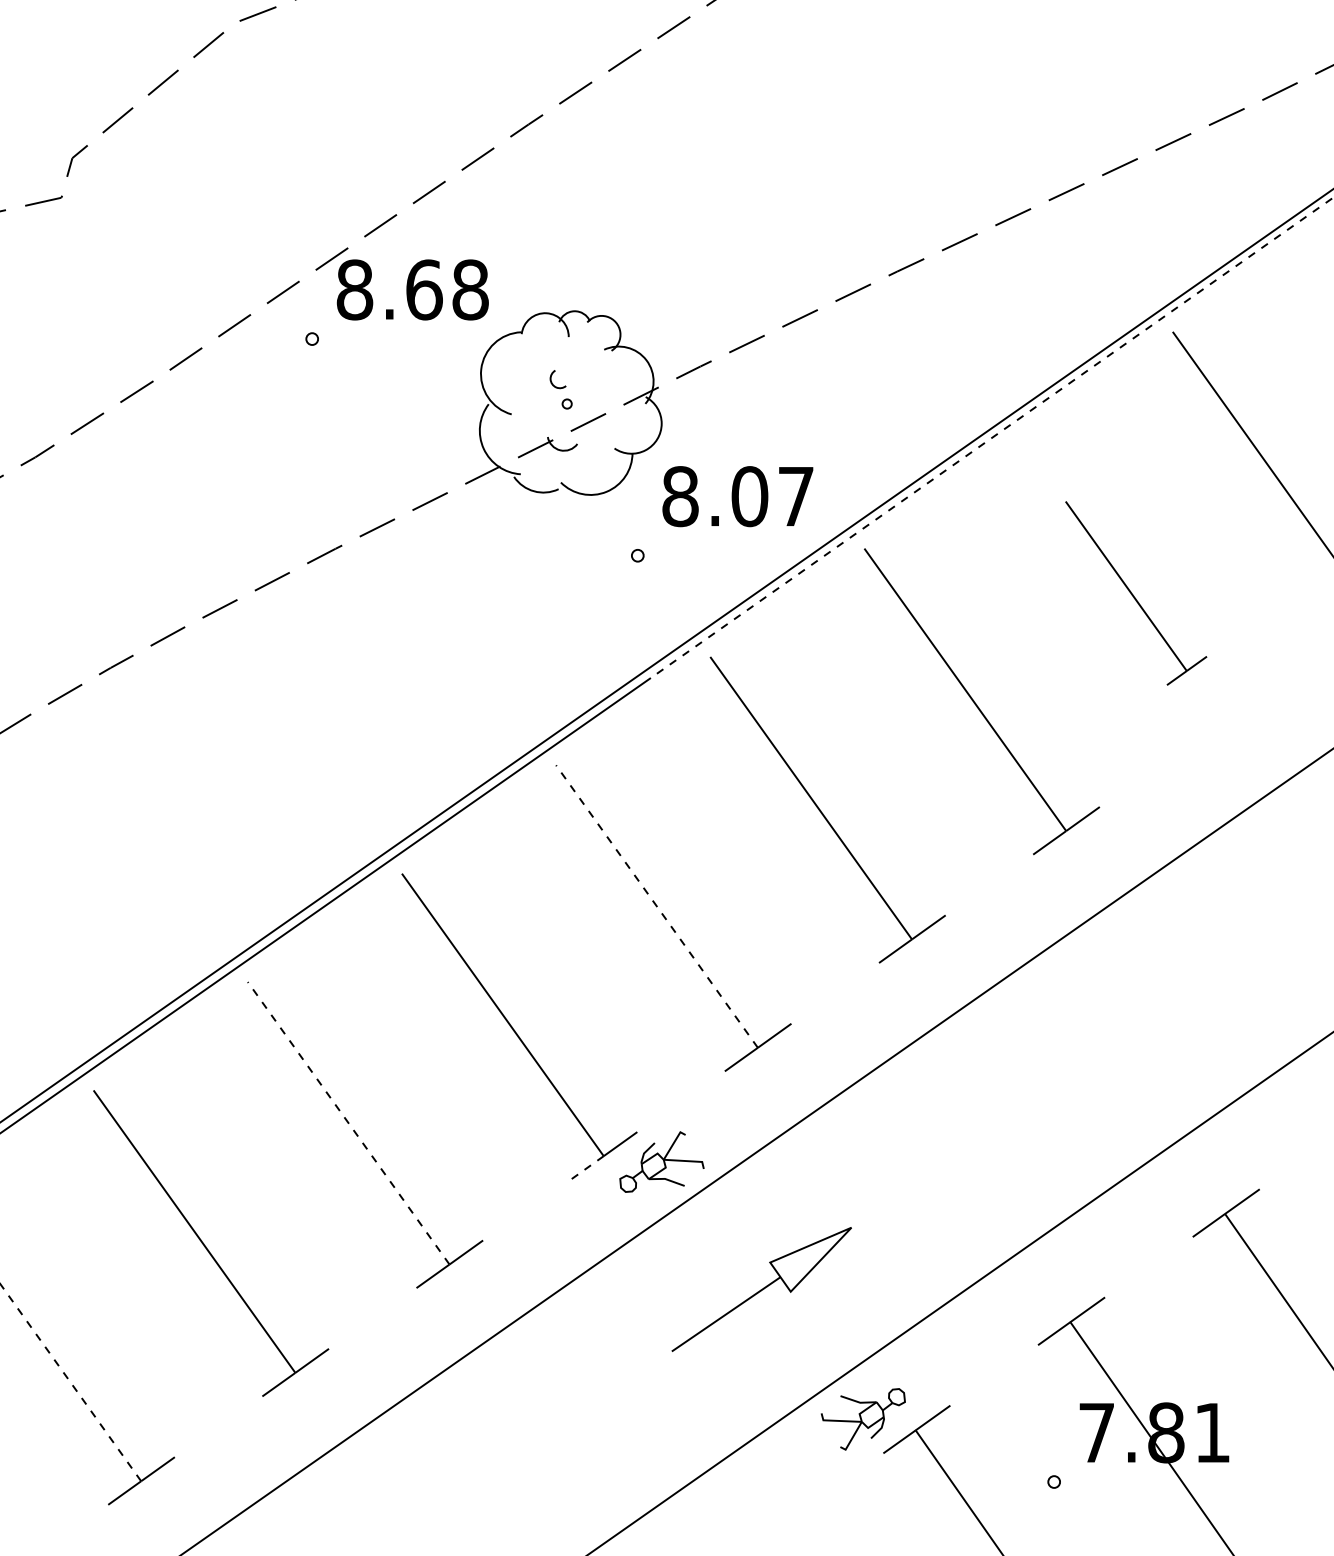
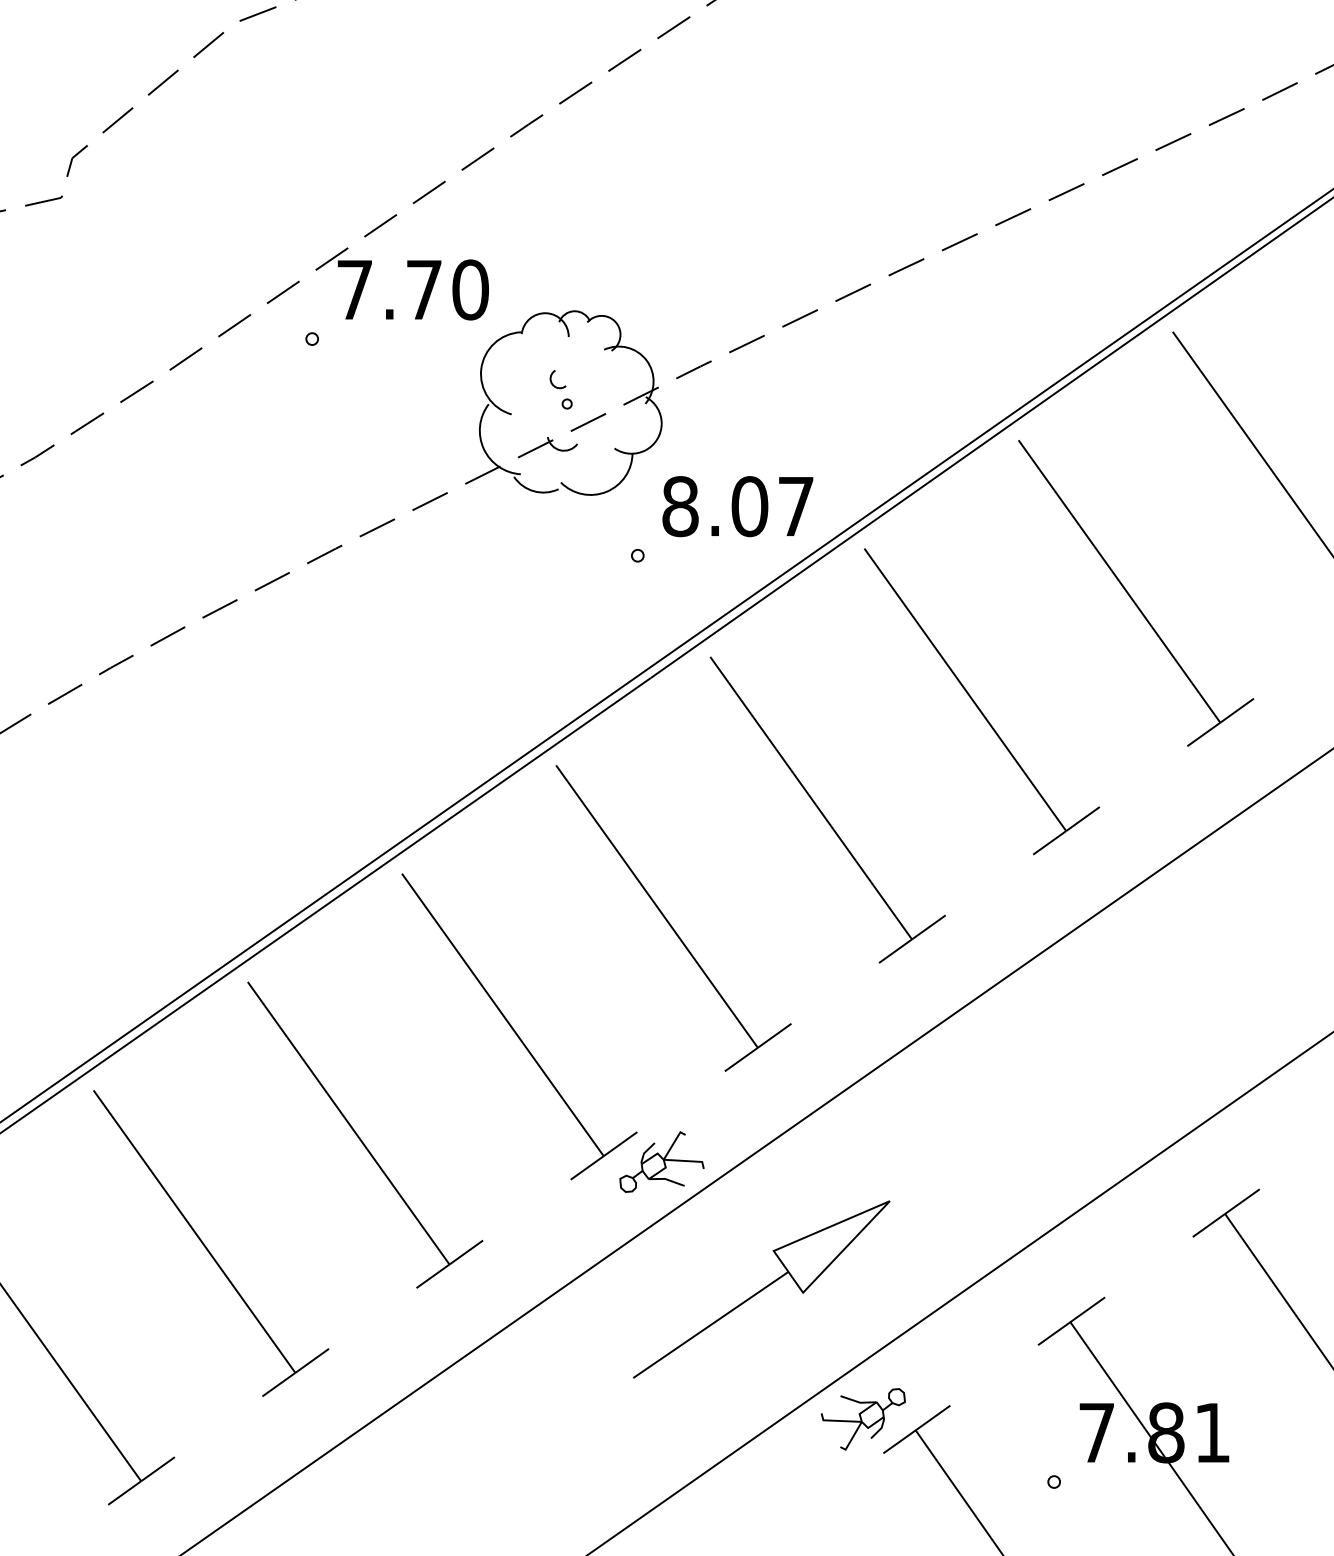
text at (412, 289): 8.68 -> 7.70
line at (991, 438): dashed -> solid
text at (737, 496) position: (737, 496) -> (737, 506)
part at (1136, 593) size: 143x185 px -> 237x307 px
line at (656, 906): dashed -> solid
line at (348, 1123): dashed -> solid
line at (586, 1168): dashed -> solid
part at (761, 1289) size: 181x125 px -> 258x179 px
line at (70, 1382): dashed -> solid
